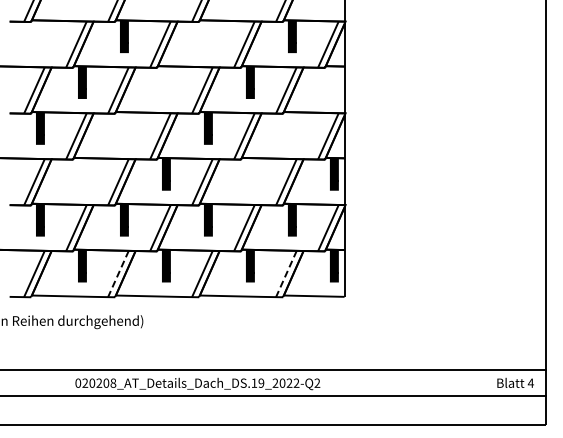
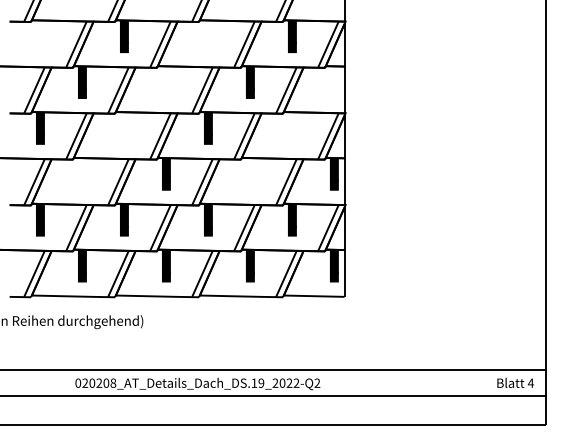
line at (118, 274): dashed -> solid
line at (286, 274): dashed -> solid
